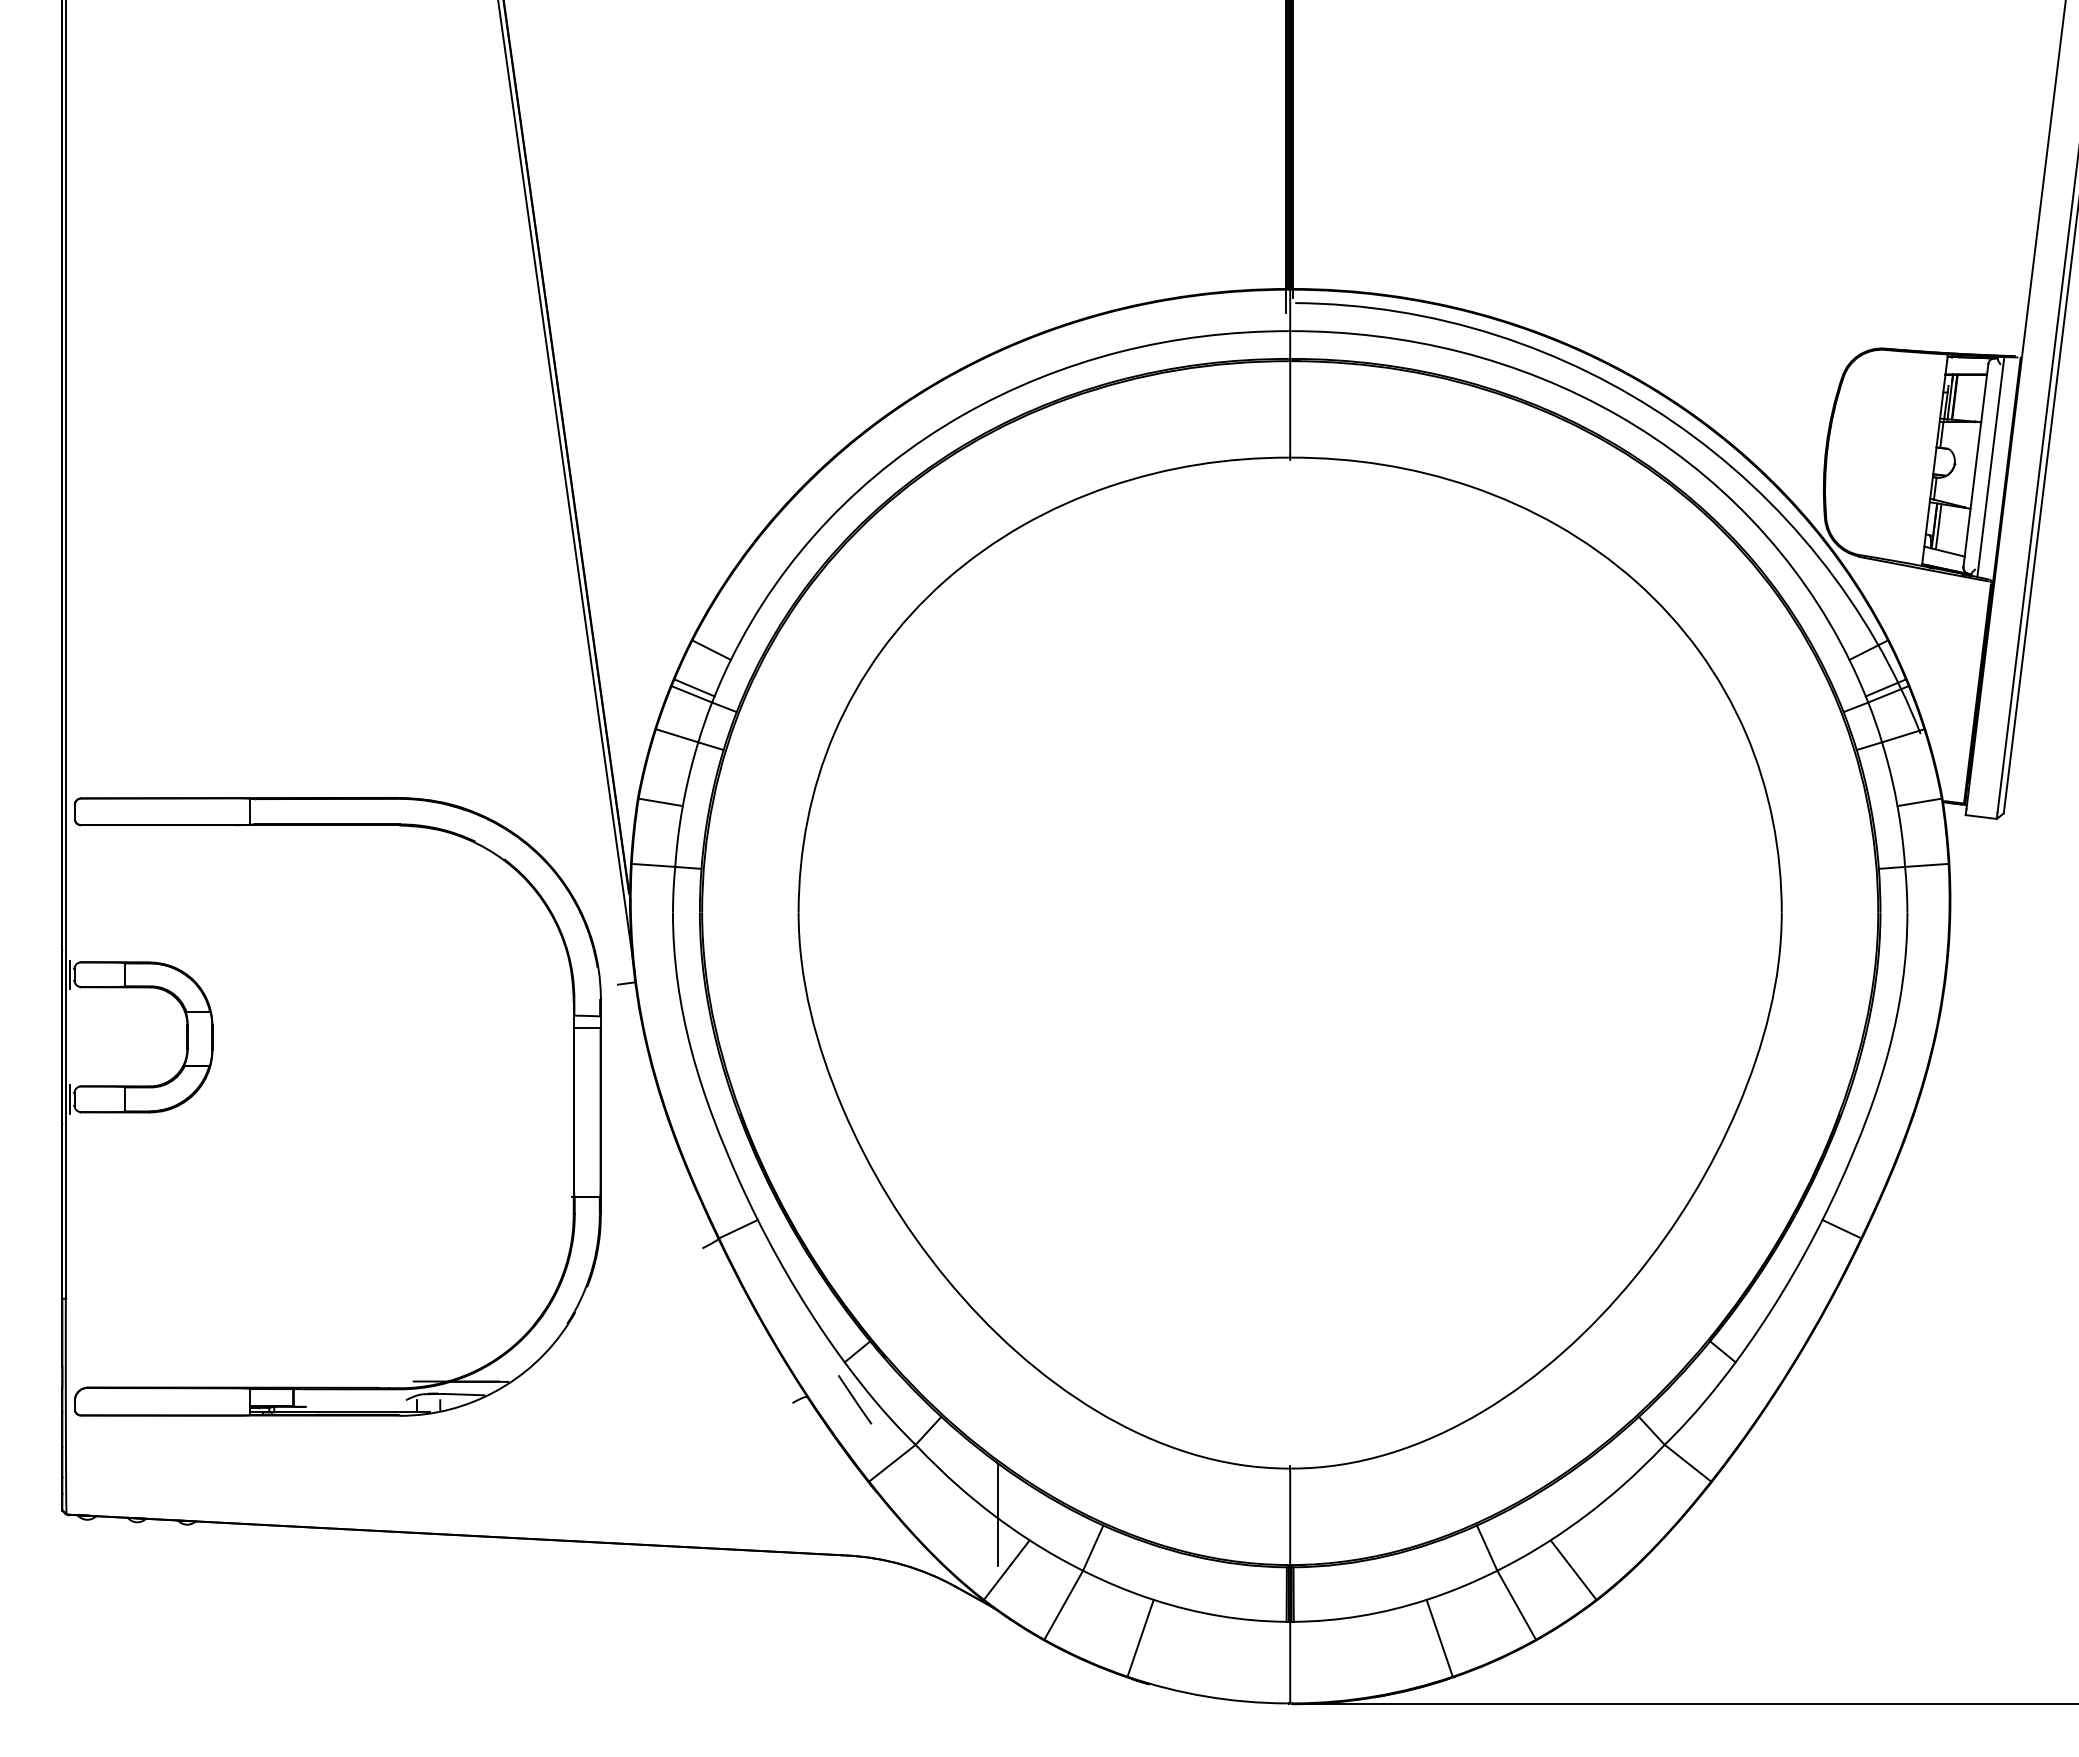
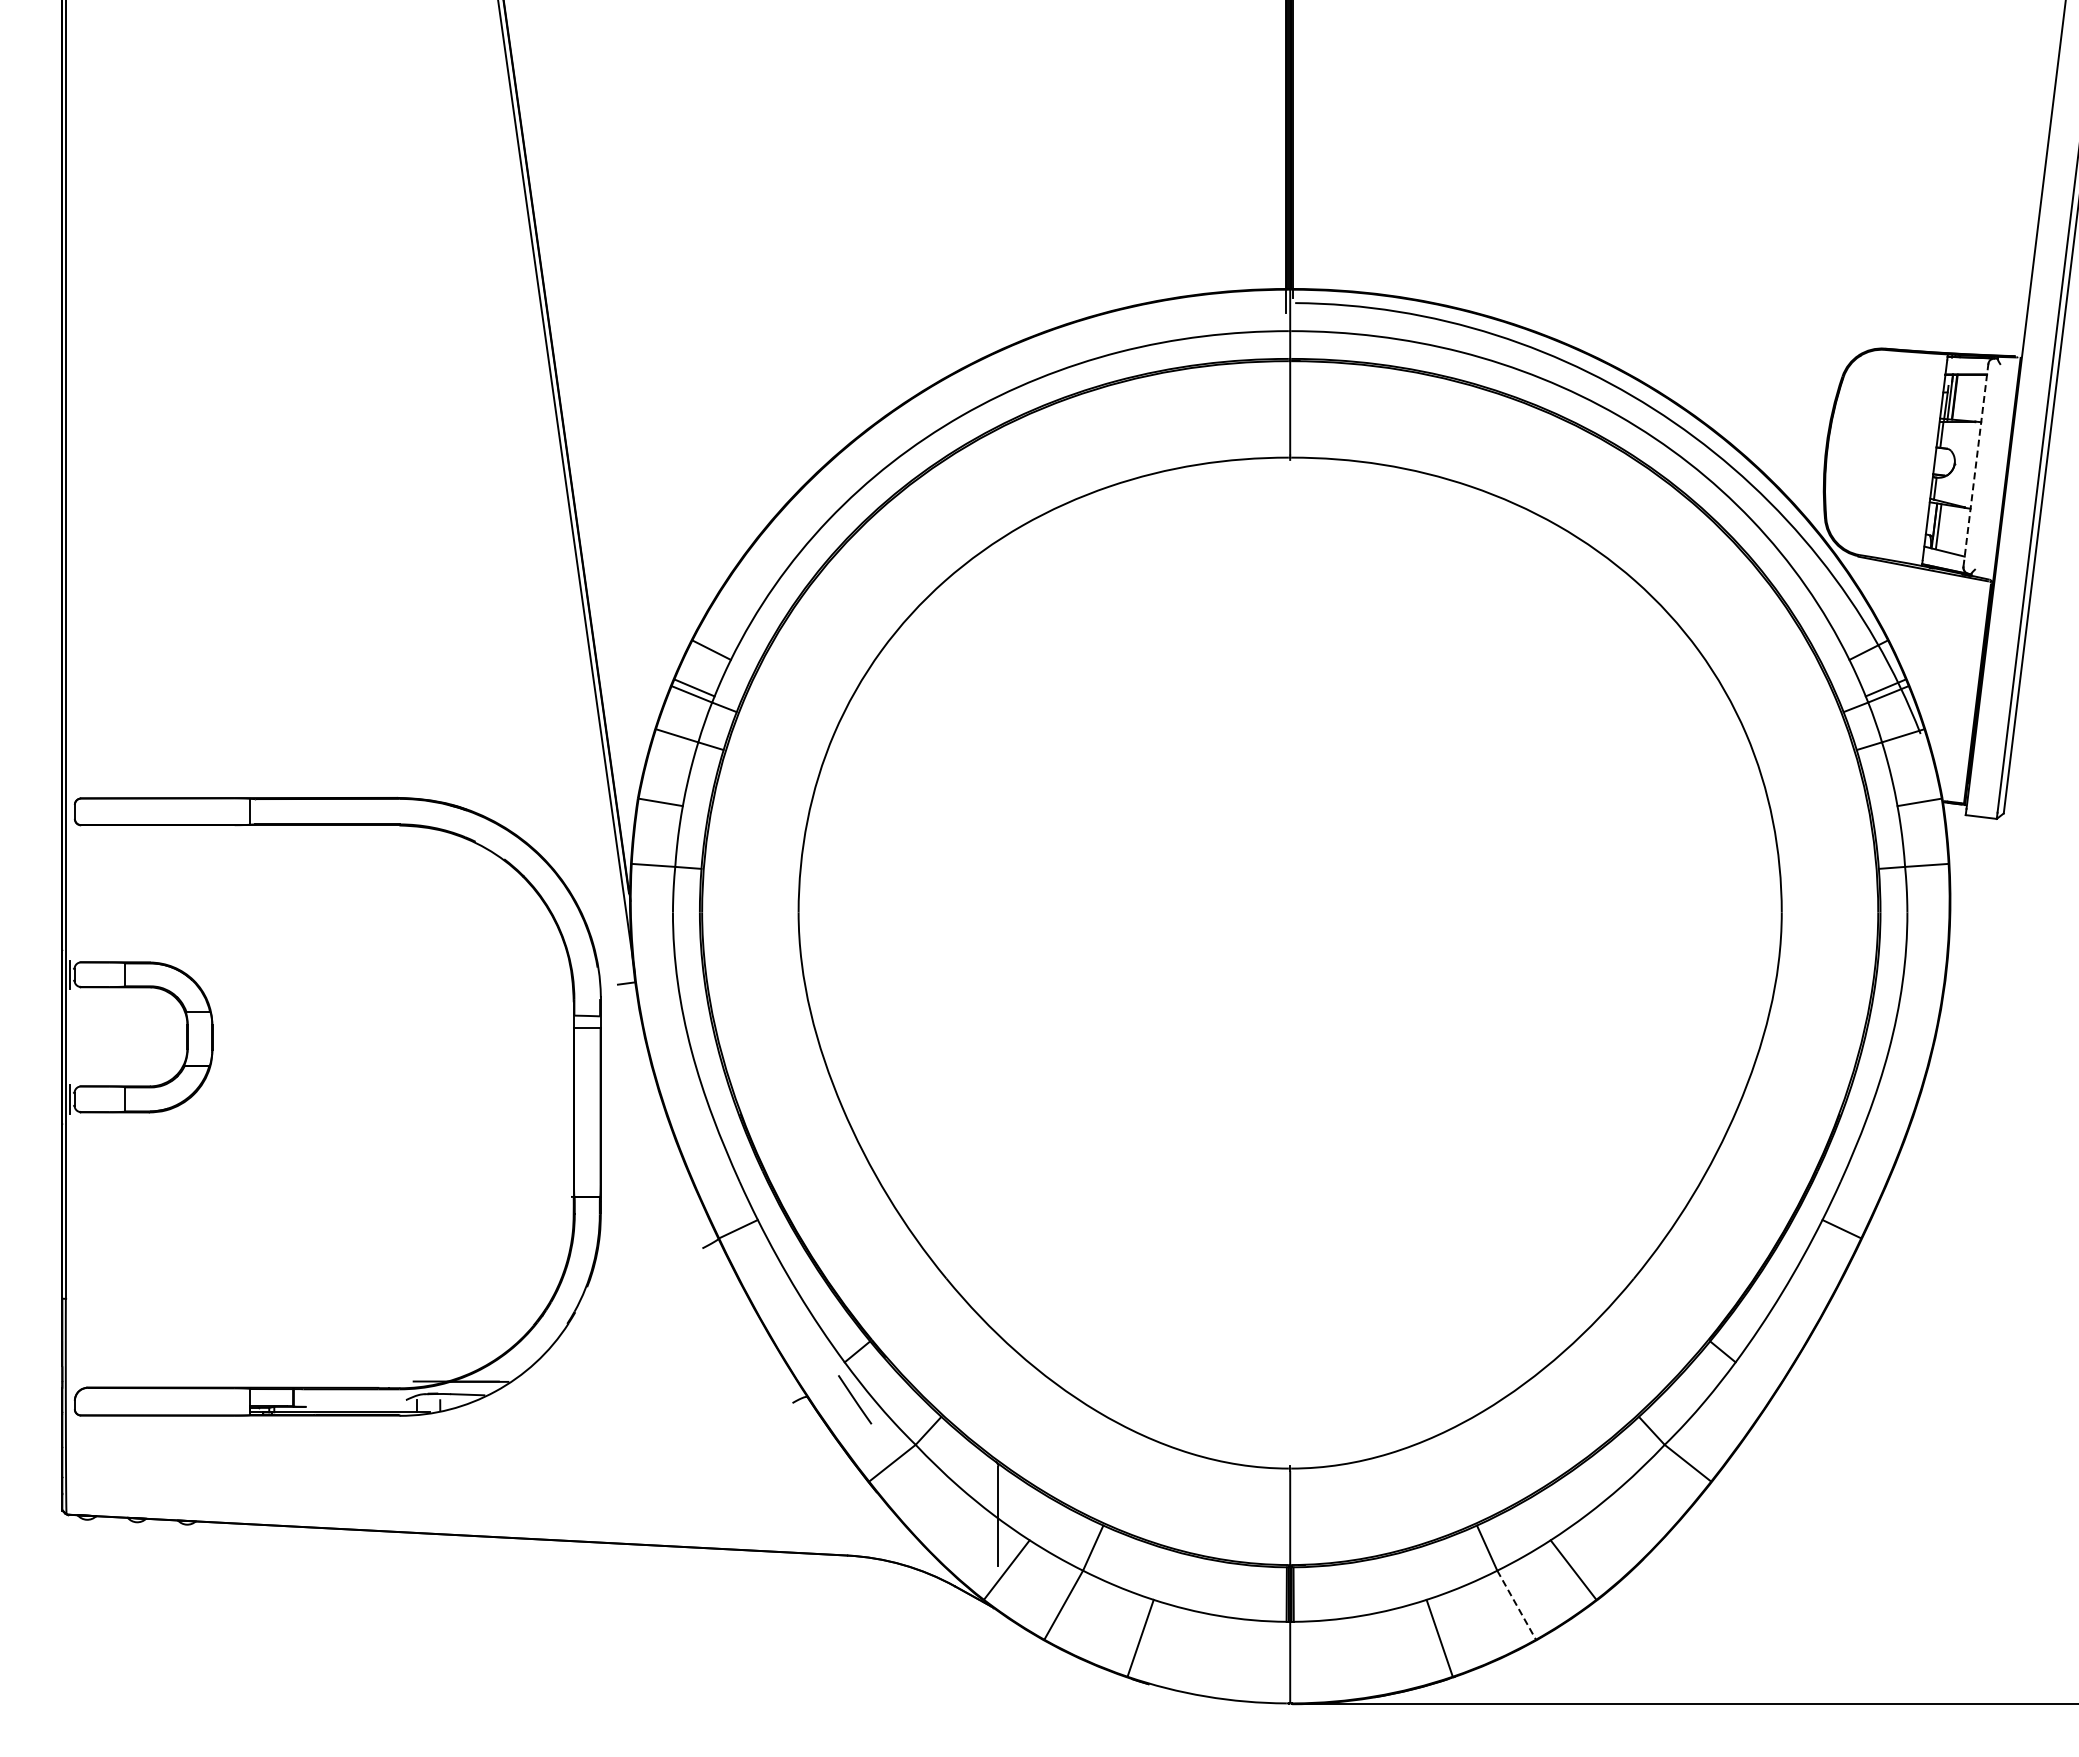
line at (1975, 464): solid -> dashed
line at (1990, 467): present -> none
line at (1516, 1605): solid -> dashed
